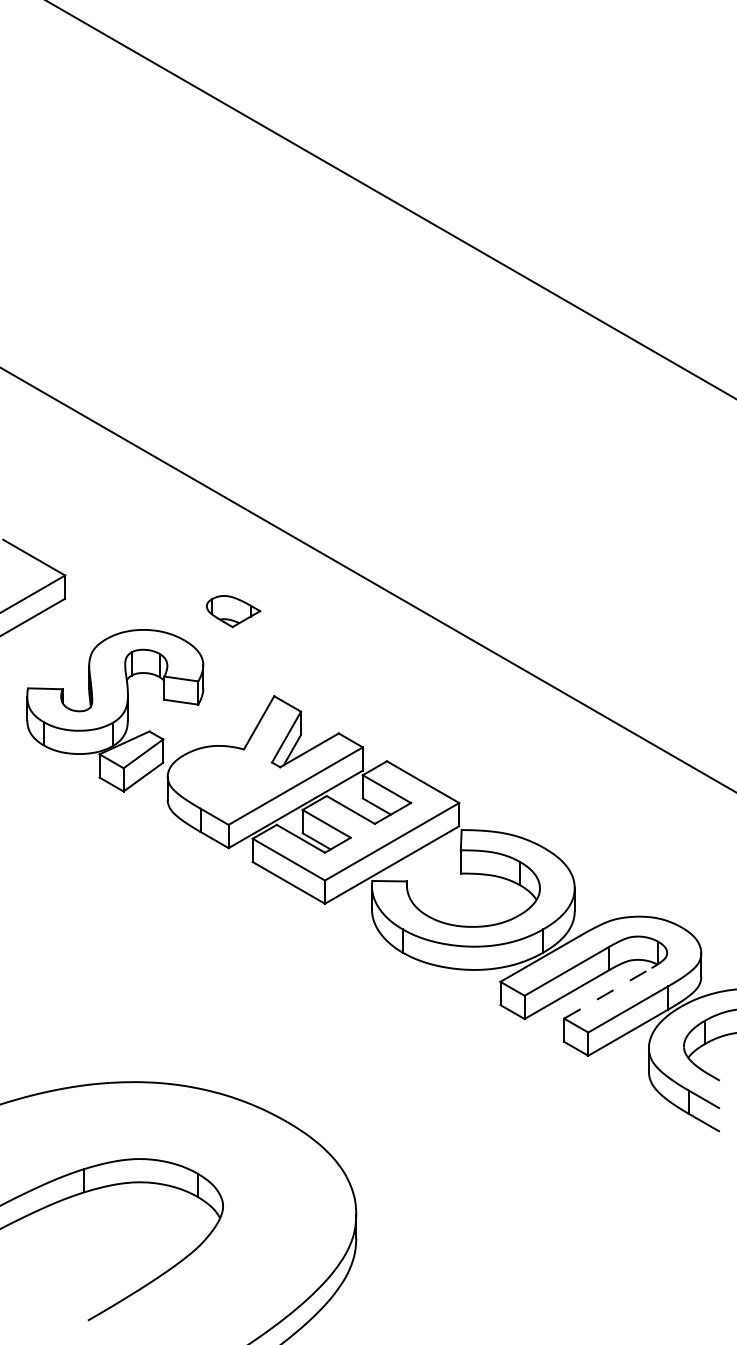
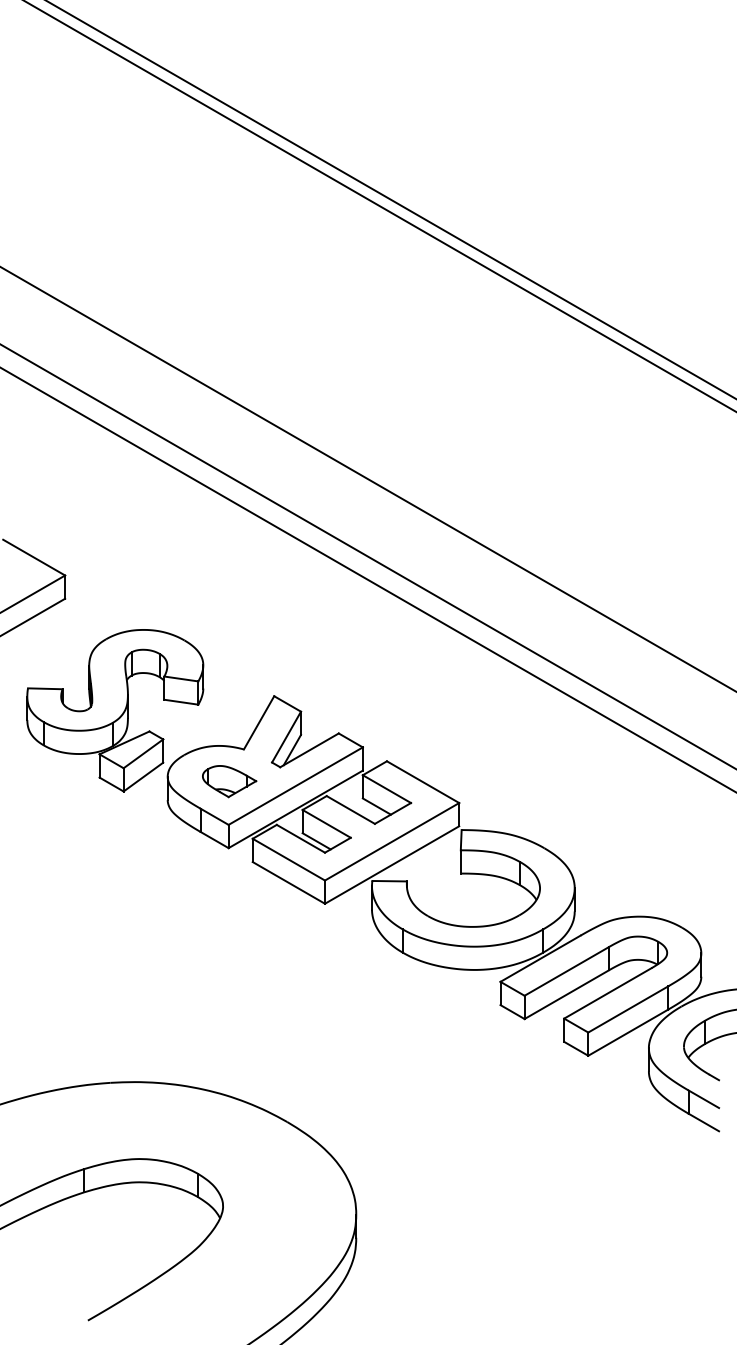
line at (379, 206): none -> present
line at (367, 479): none -> present
line at (367, 556): none -> present
part at (233, 611) position: (233, 611) -> (229, 781)
line at (608, 993): dashed -> solid
